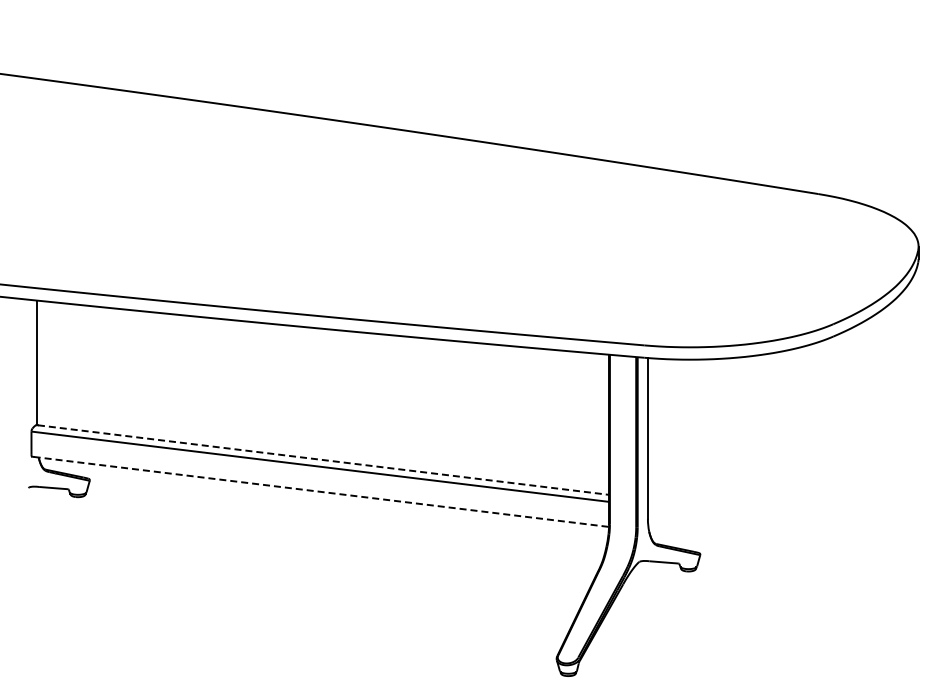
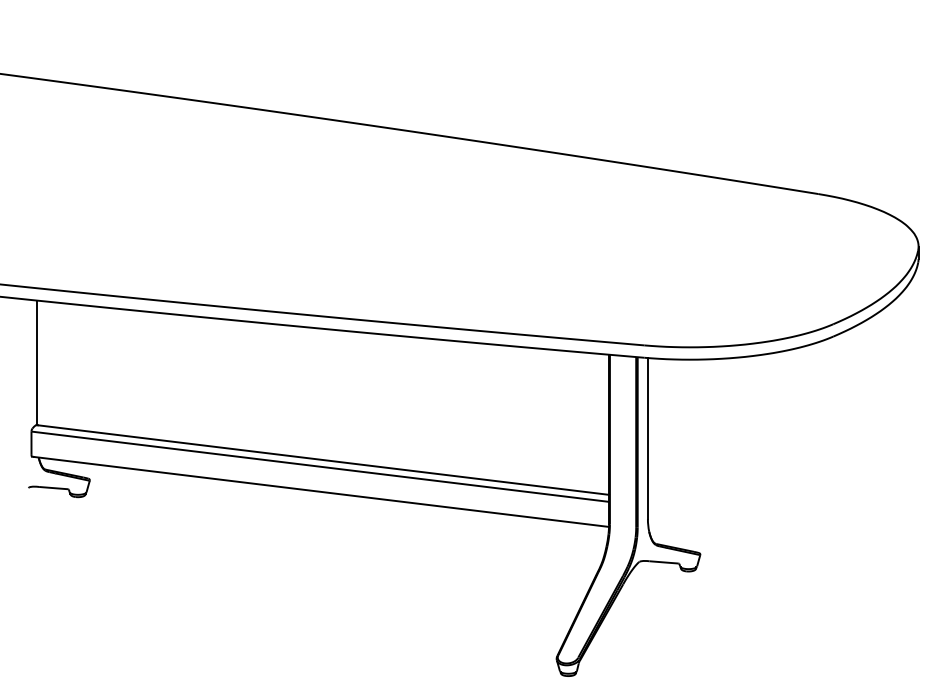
line at (323, 460): dashed -> solid
line at (321, 491): dashed -> solid
